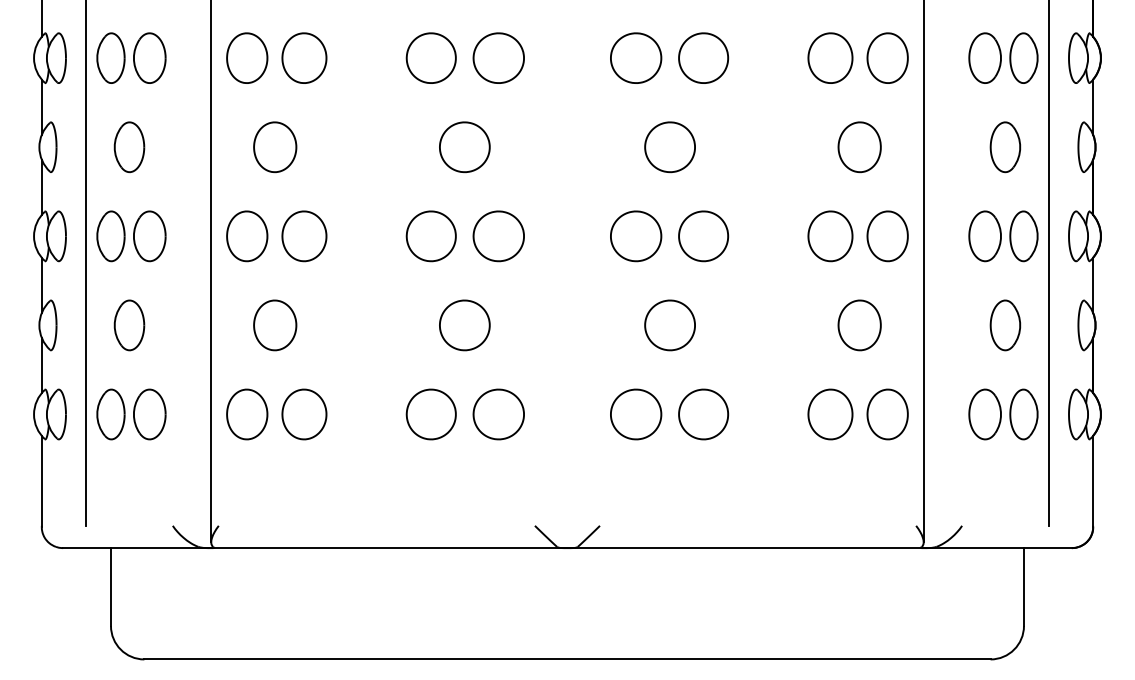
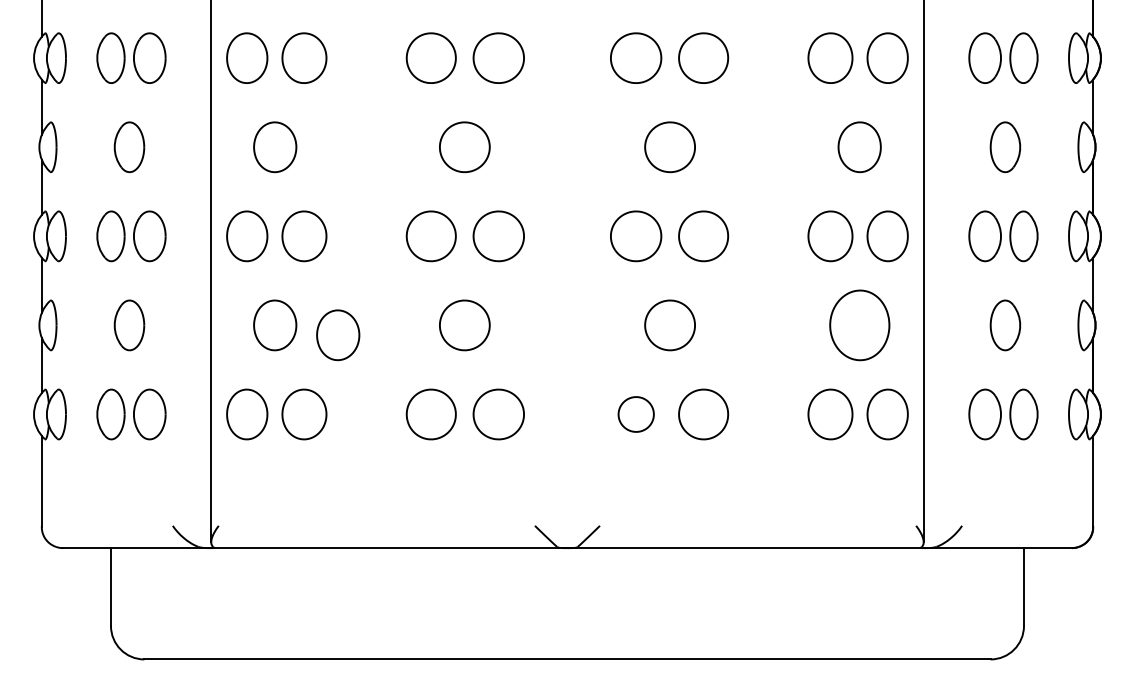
line at (85, 263): present -> none
line at (1049, 263): present -> none
part at (859, 325) size: 45x53 px -> 62x73 px
part at (338, 335): none -> present
part at (636, 414) size: 53x53 px -> 38x37 px
